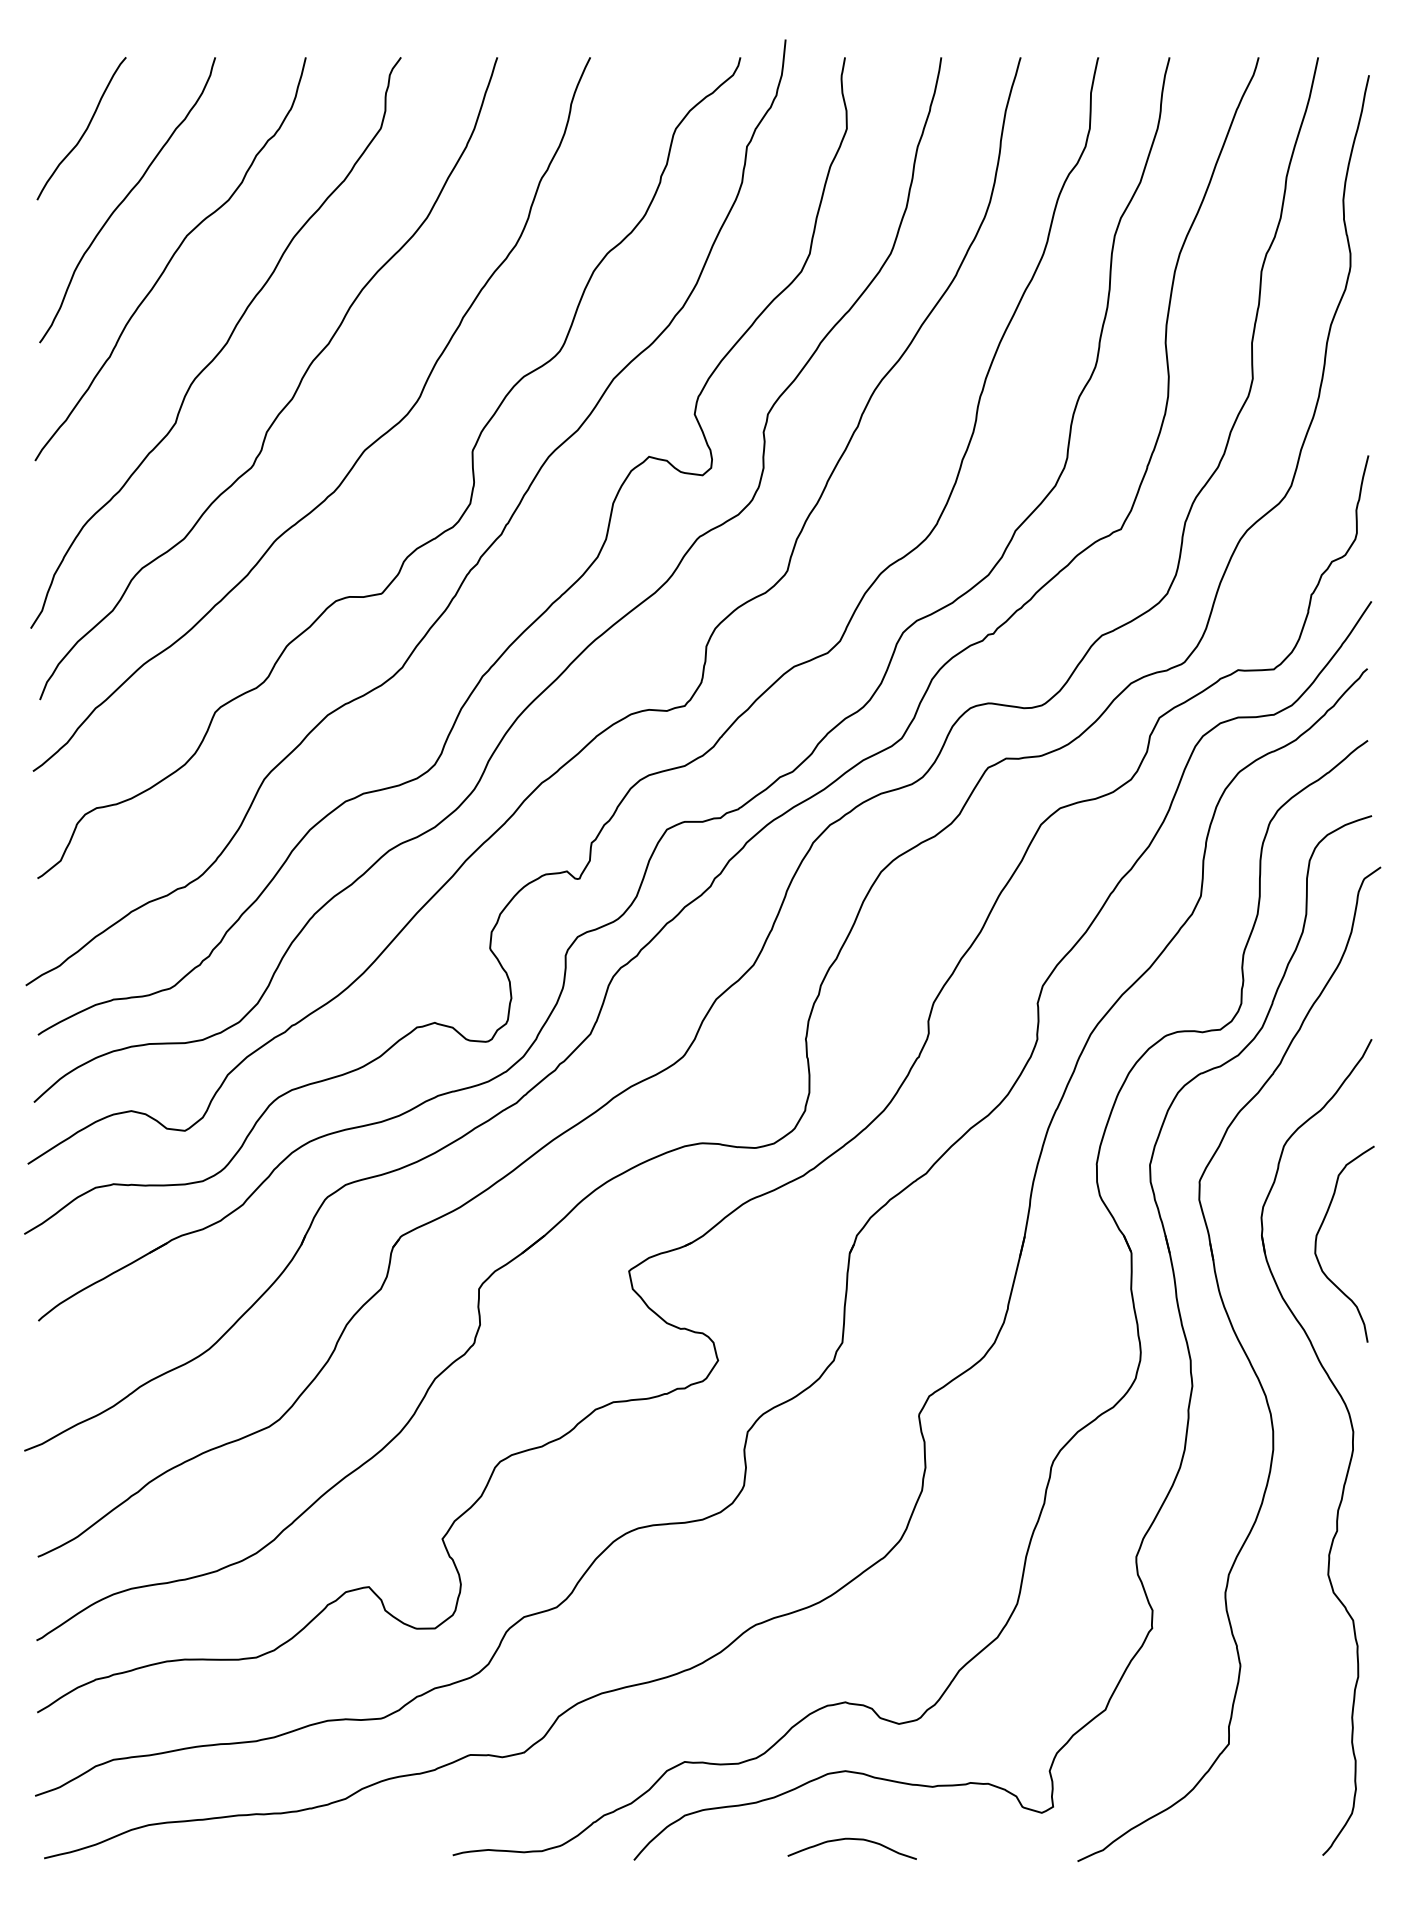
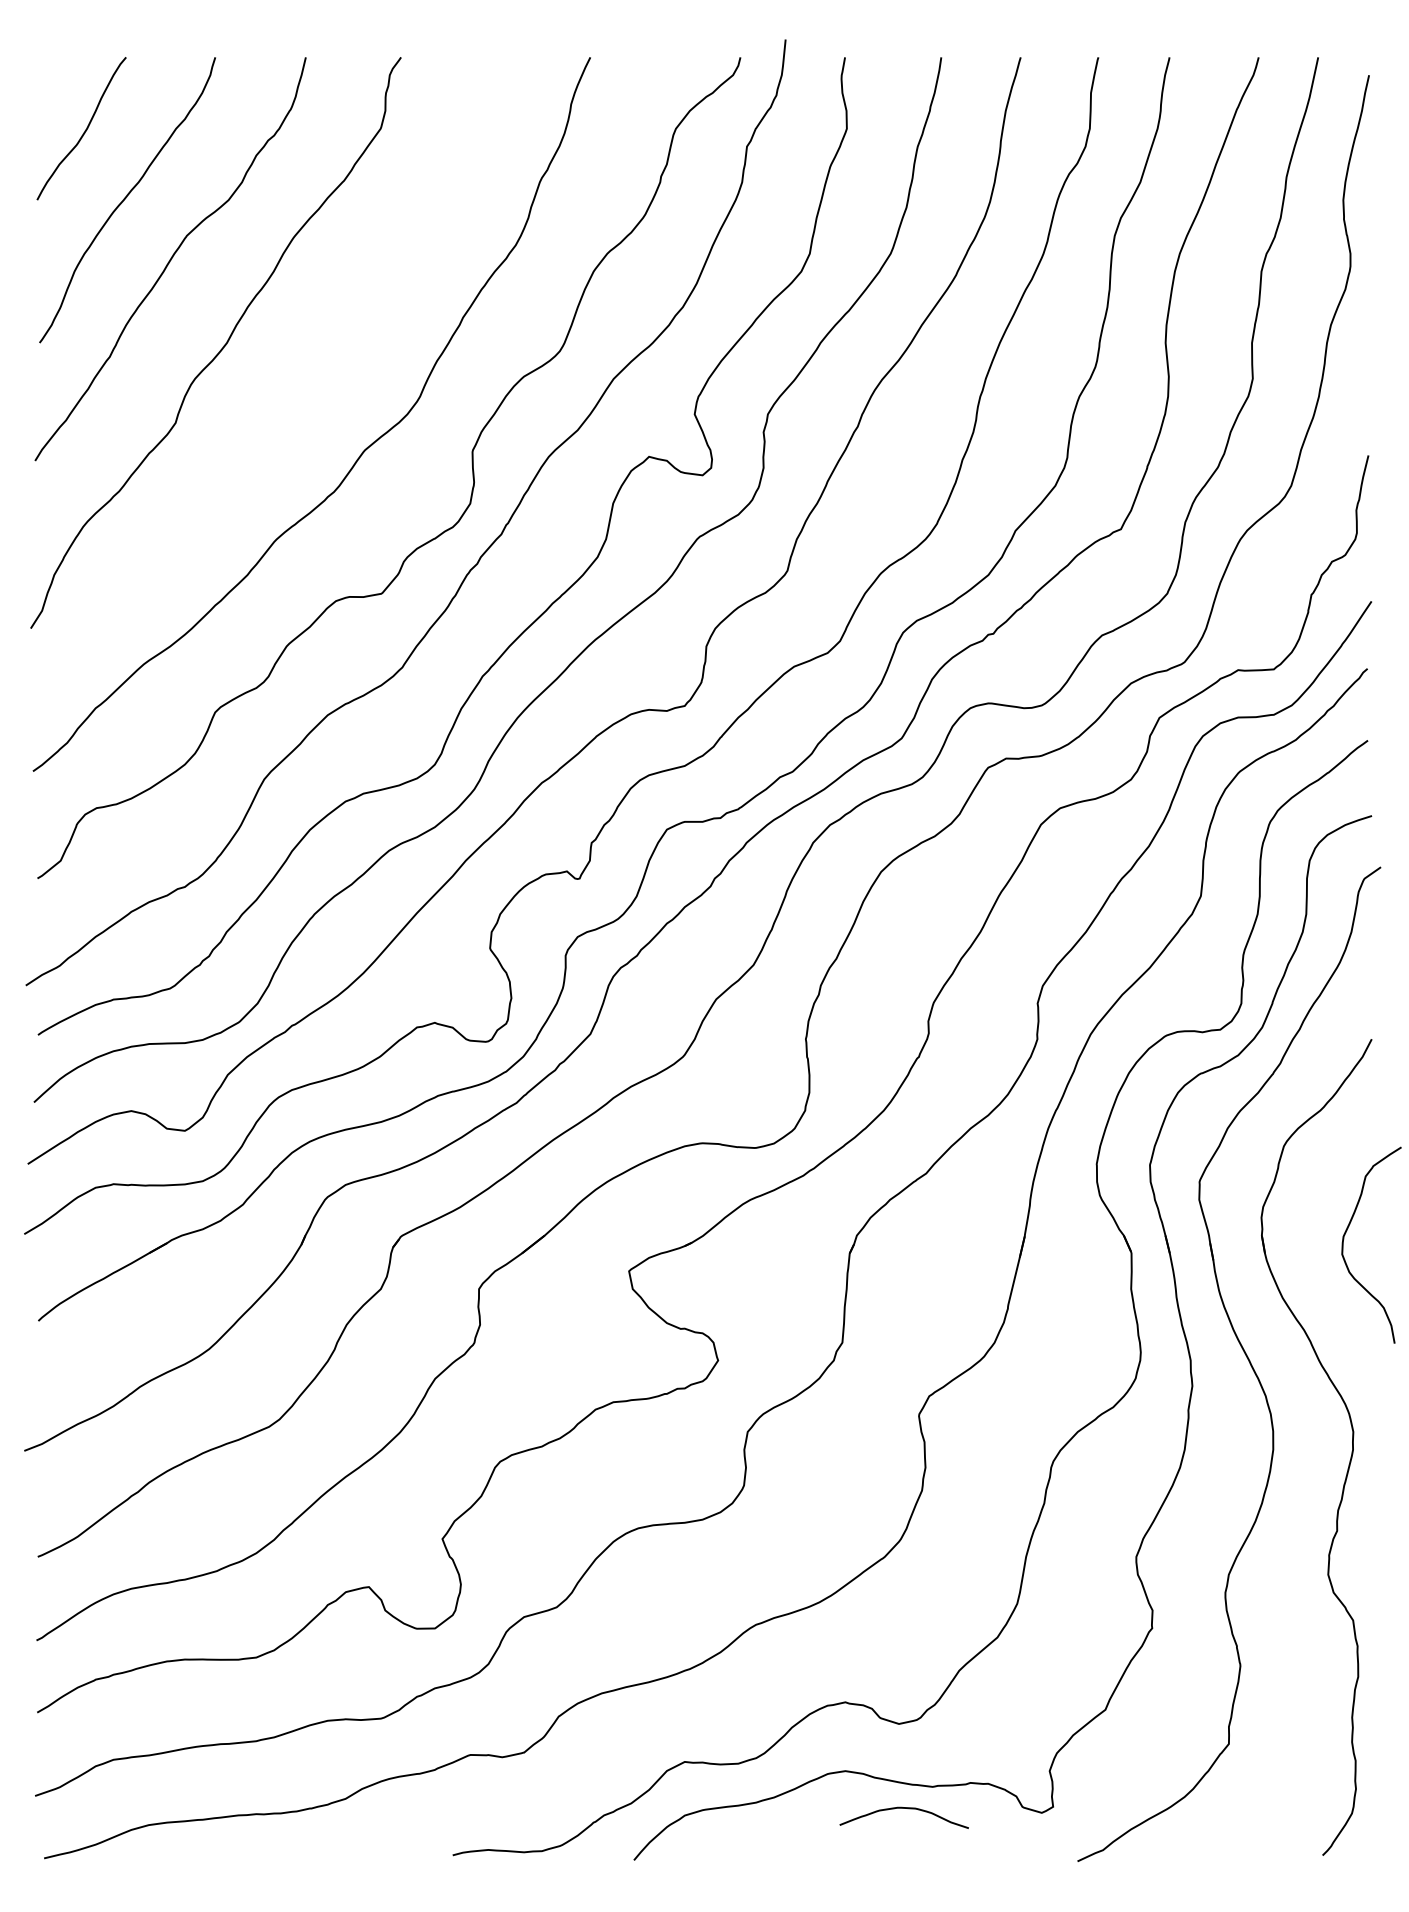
curve at (294, 392): present -> none
curve at (1317, 1238) position: (1317, 1238) -> (1344, 1239)
curve at (851, 1839) position: (851, 1839) -> (903, 1808)
